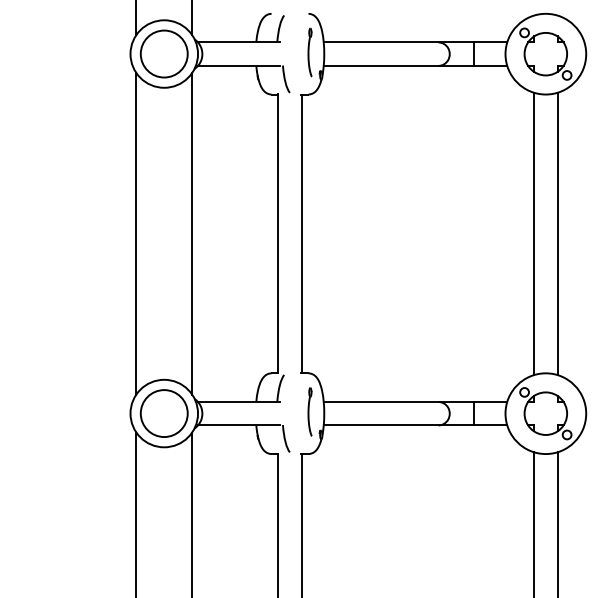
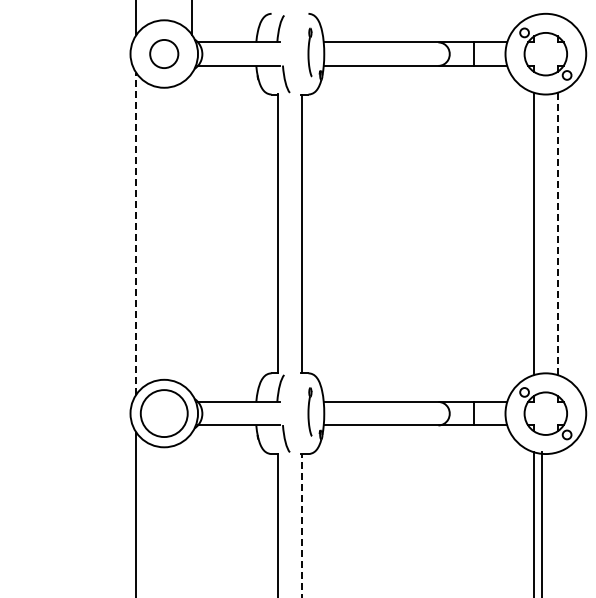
circle at (163, 53) diameter: 47 px -> 28 px
line at (136, 233): solid -> dashed
line at (192, 233): present -> none
line at (557, 233): solid -> dashed
line at (192, 513): present -> none
line at (557, 523) position: (557, 523) -> (541, 523)
line at (301, 526): solid -> dashed
